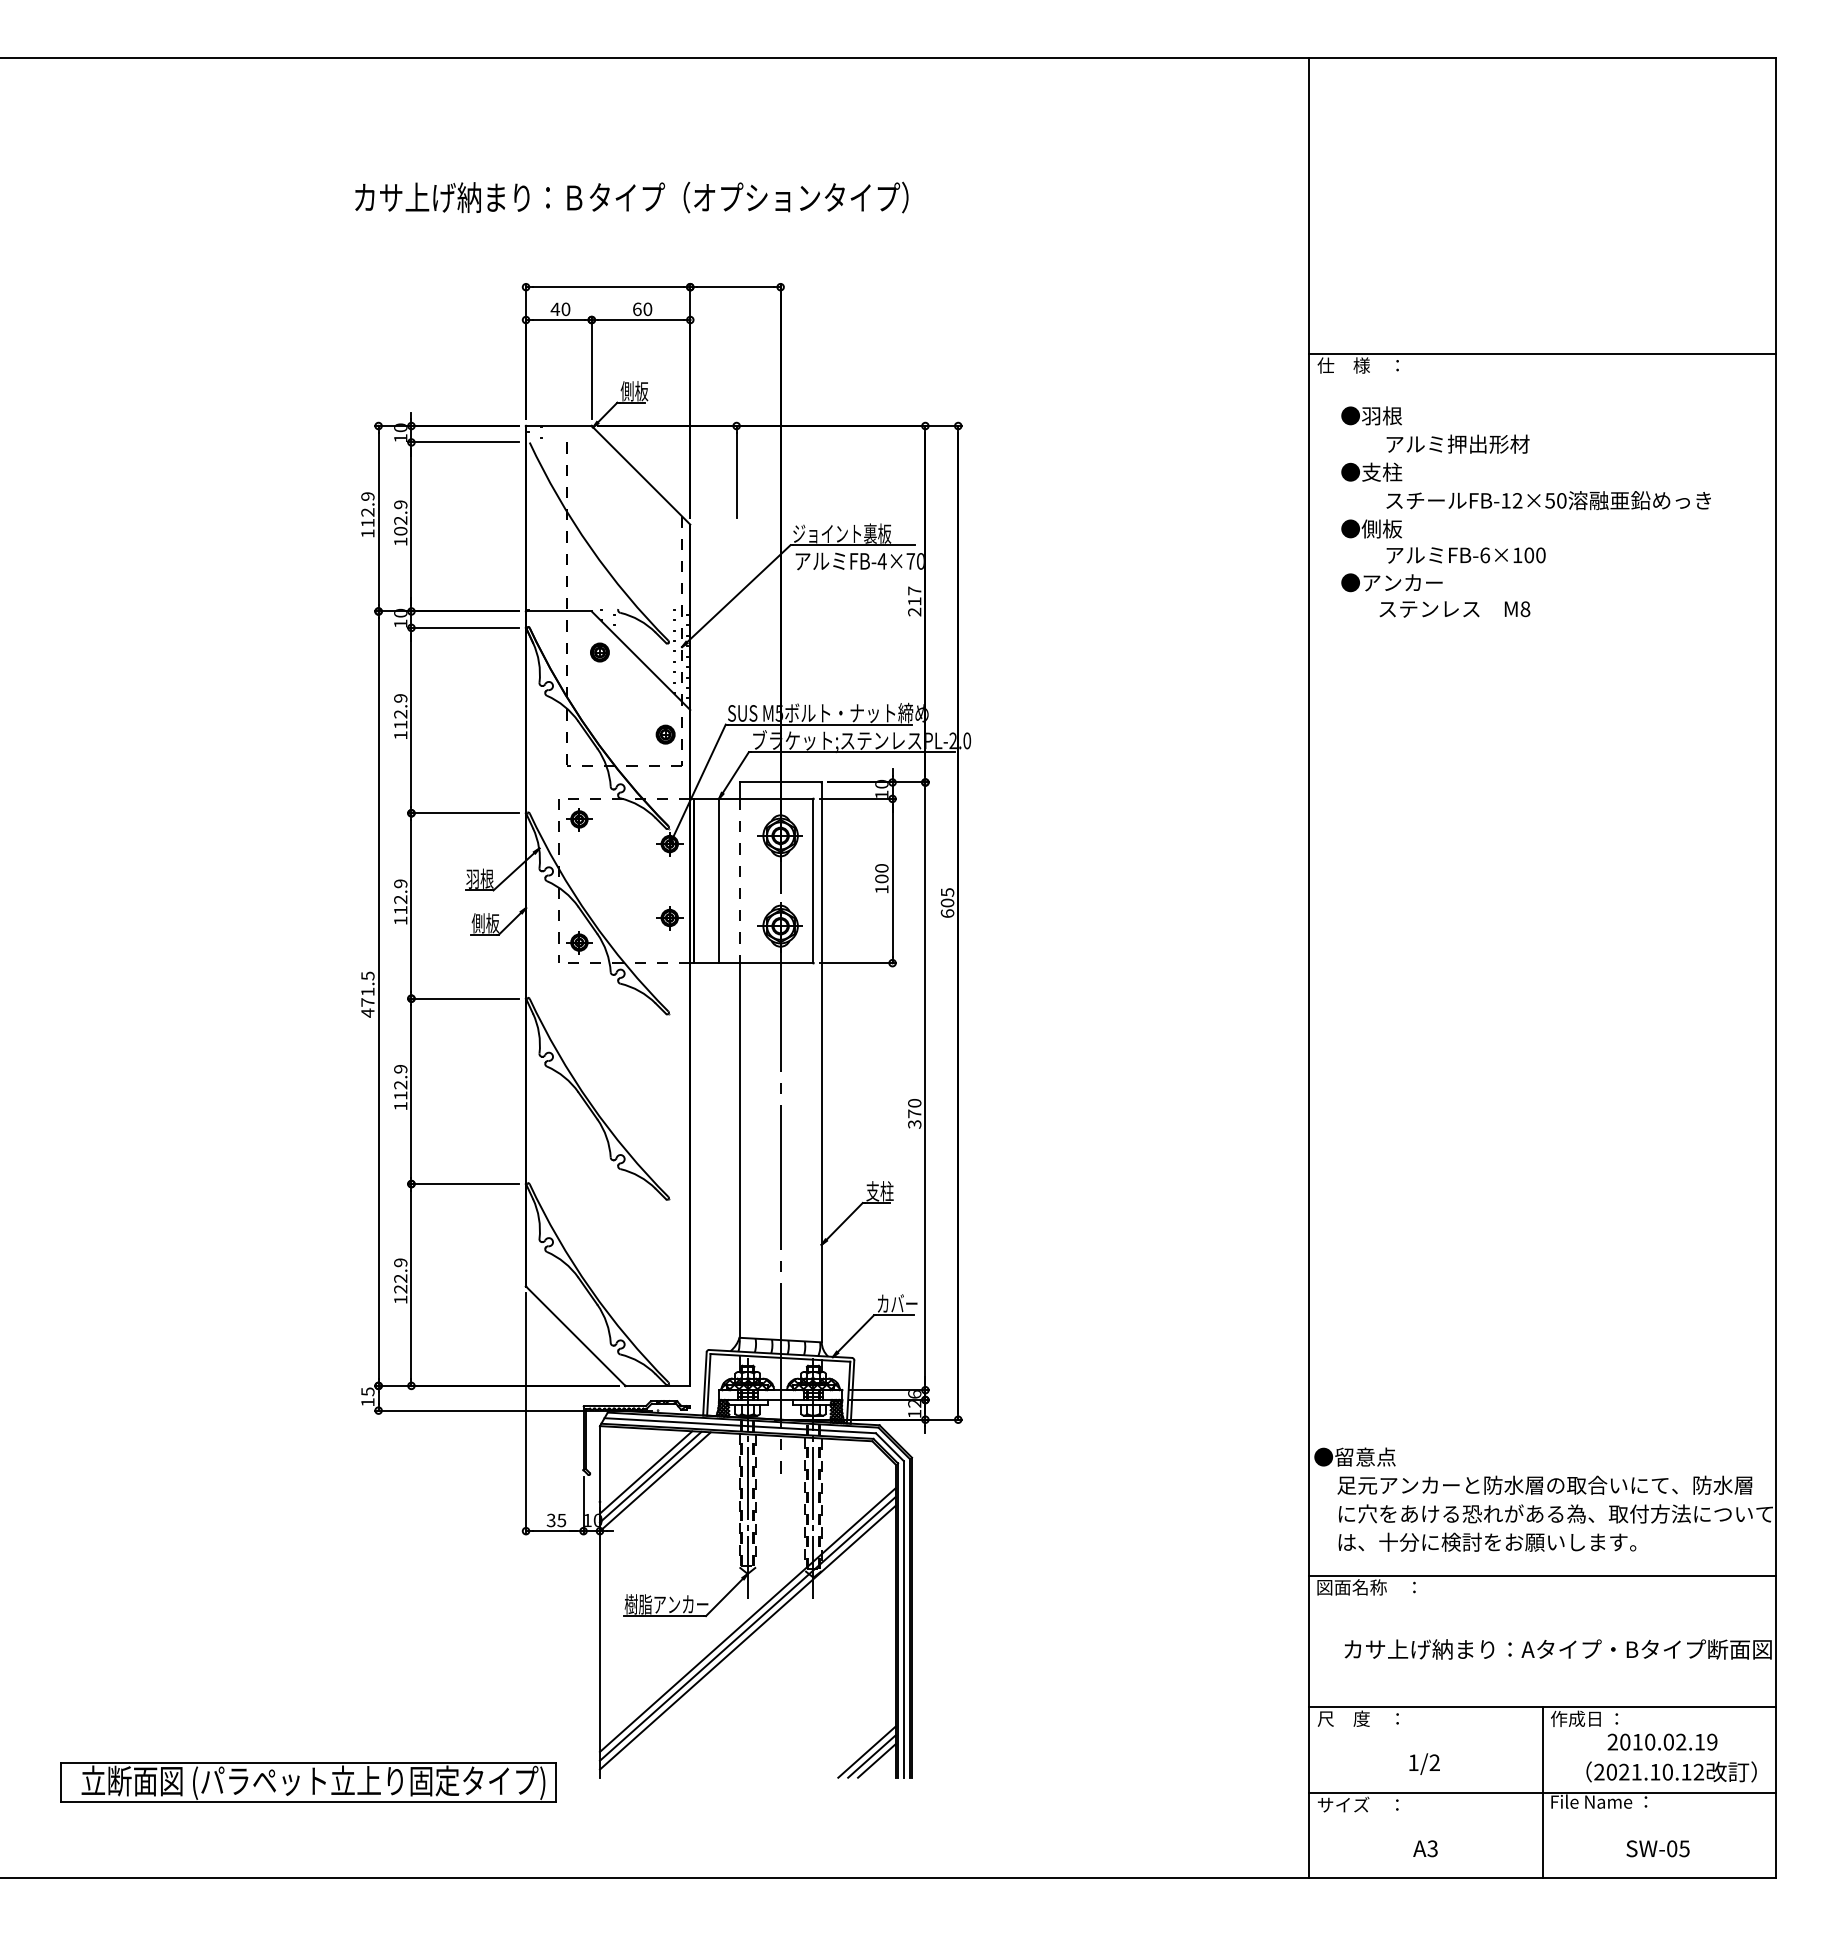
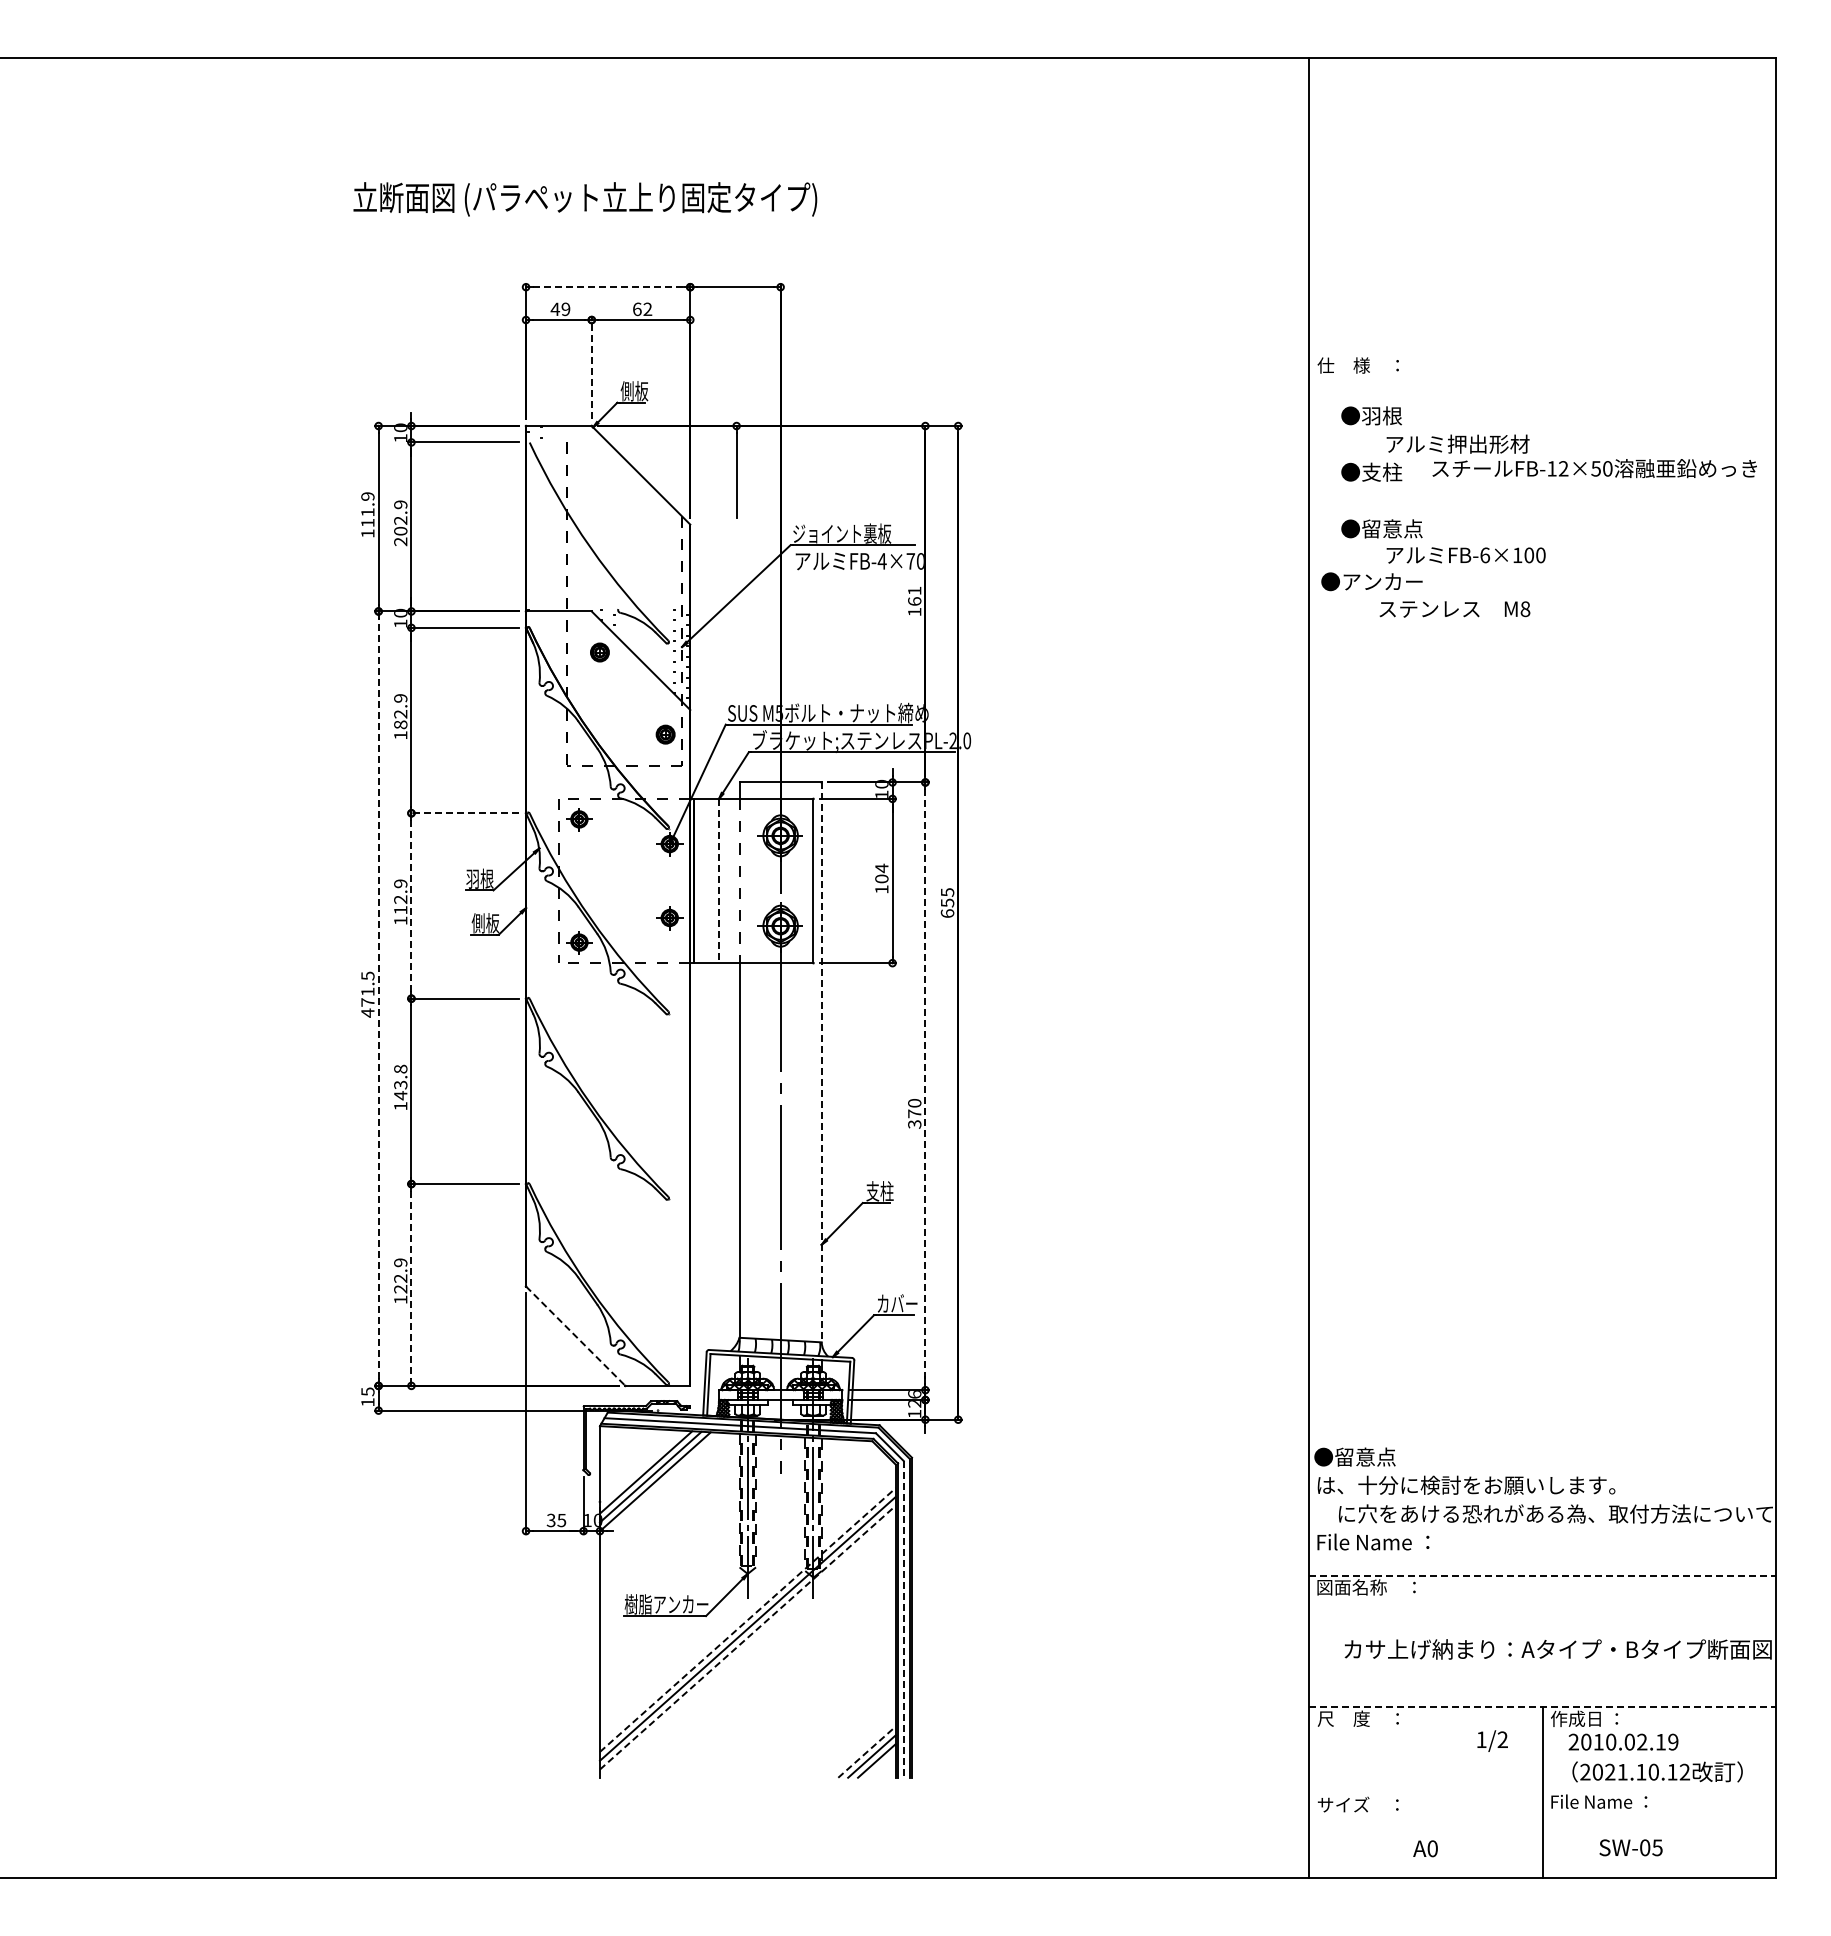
text at (630, 198): カサ上げ納まり：Ｂタイプ（オプションタイプ） -> 立断面図 (パラペット立上り固定タイプ)
line at (608, 287): solid -> dashed
text at (565, 309): 40 -> 49
text at (647, 309): 60 -> 62
line at (1542, 353): present -> none
line at (591, 367): solid -> dashed
text at (1548, 500) position: (1548, 500) -> (1594, 468)
text at (367, 512): 112.9 -> 111.9
text at (1391, 528): ●側板 -> ●留意点
text at (400, 541): 102.9 -> 202.9
text at (1391, 582) position: (1391, 582) -> (1371, 581)
text at (914, 601): 217 -> 161
text at (400, 724): 112.9 -> 182.9
line at (463, 813): solid -> dashed
text at (881, 868): 100 -> 104
line at (719, 881): solid -> dashed
text at (947, 902): 605 -> 655
line at (411, 906): solid -> dashed
line at (378, 998): solid -> dashed
line at (821, 1062): solid -> dashed
text at (400, 1082): 112.9 -> 143.8
line at (925, 1086): solid -> dashed
line at (411, 1285): solid -> dashed
line at (576, 1336): solid -> dashed
text at (1534, 1484): 足元アンカーと防水層の取合いにて、防水層 -> は、十分に検討をお願いします。
text at (1476, 1541): は、十分に検討をお願いします。 -> File Name ：
line at (1543, 1575): solid -> dashed
line at (748, 1619): solid -> dashed
line at (903, 1619): solid -> dashed
line at (748, 1637): solid -> dashed
line at (1543, 1707): solid -> dashed
text at (1662, 1741) position: (1662, 1741) -> (1623, 1741)
line at (867, 1751): solid -> dashed
text at (1424, 1763) position: (1424, 1763) -> (1492, 1740)
text at (1671, 1771) position: (1671, 1771) -> (1657, 1771)
part at (308, 1782): present -> none
line at (1542, 1792): present -> none
text at (1432, 1848): A3 -> A0
text at (1657, 1848) position: (1657, 1848) -> (1630, 1847)
